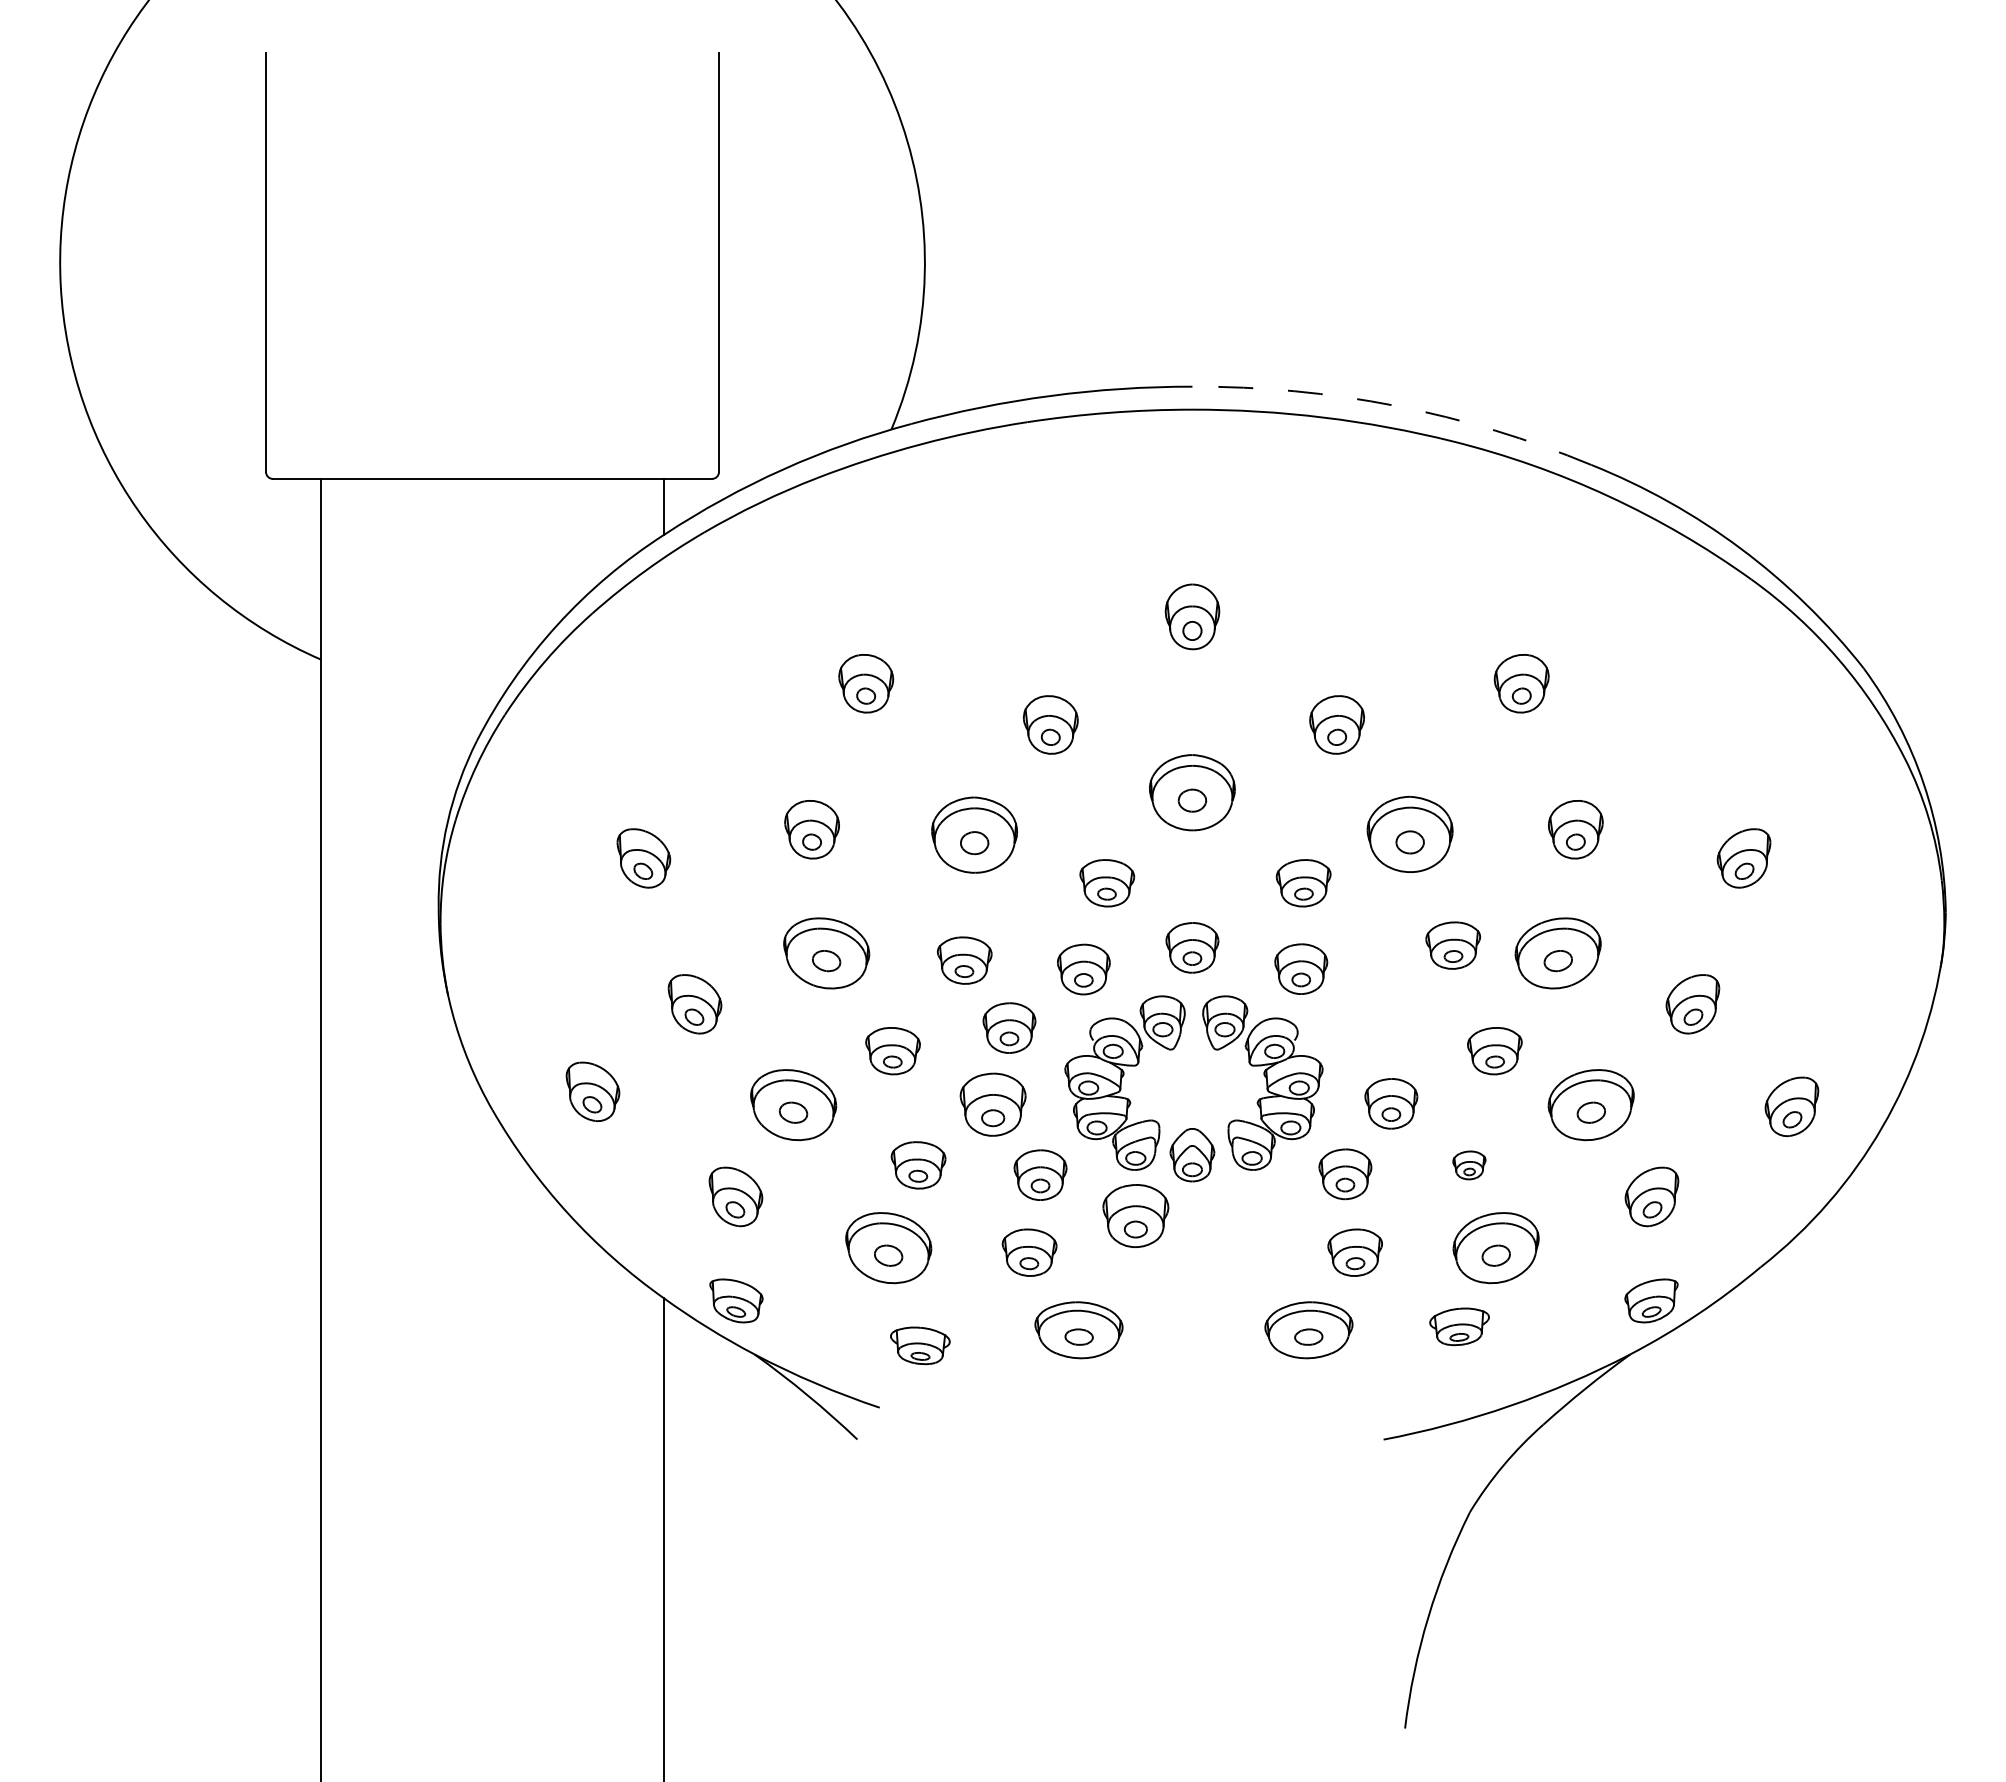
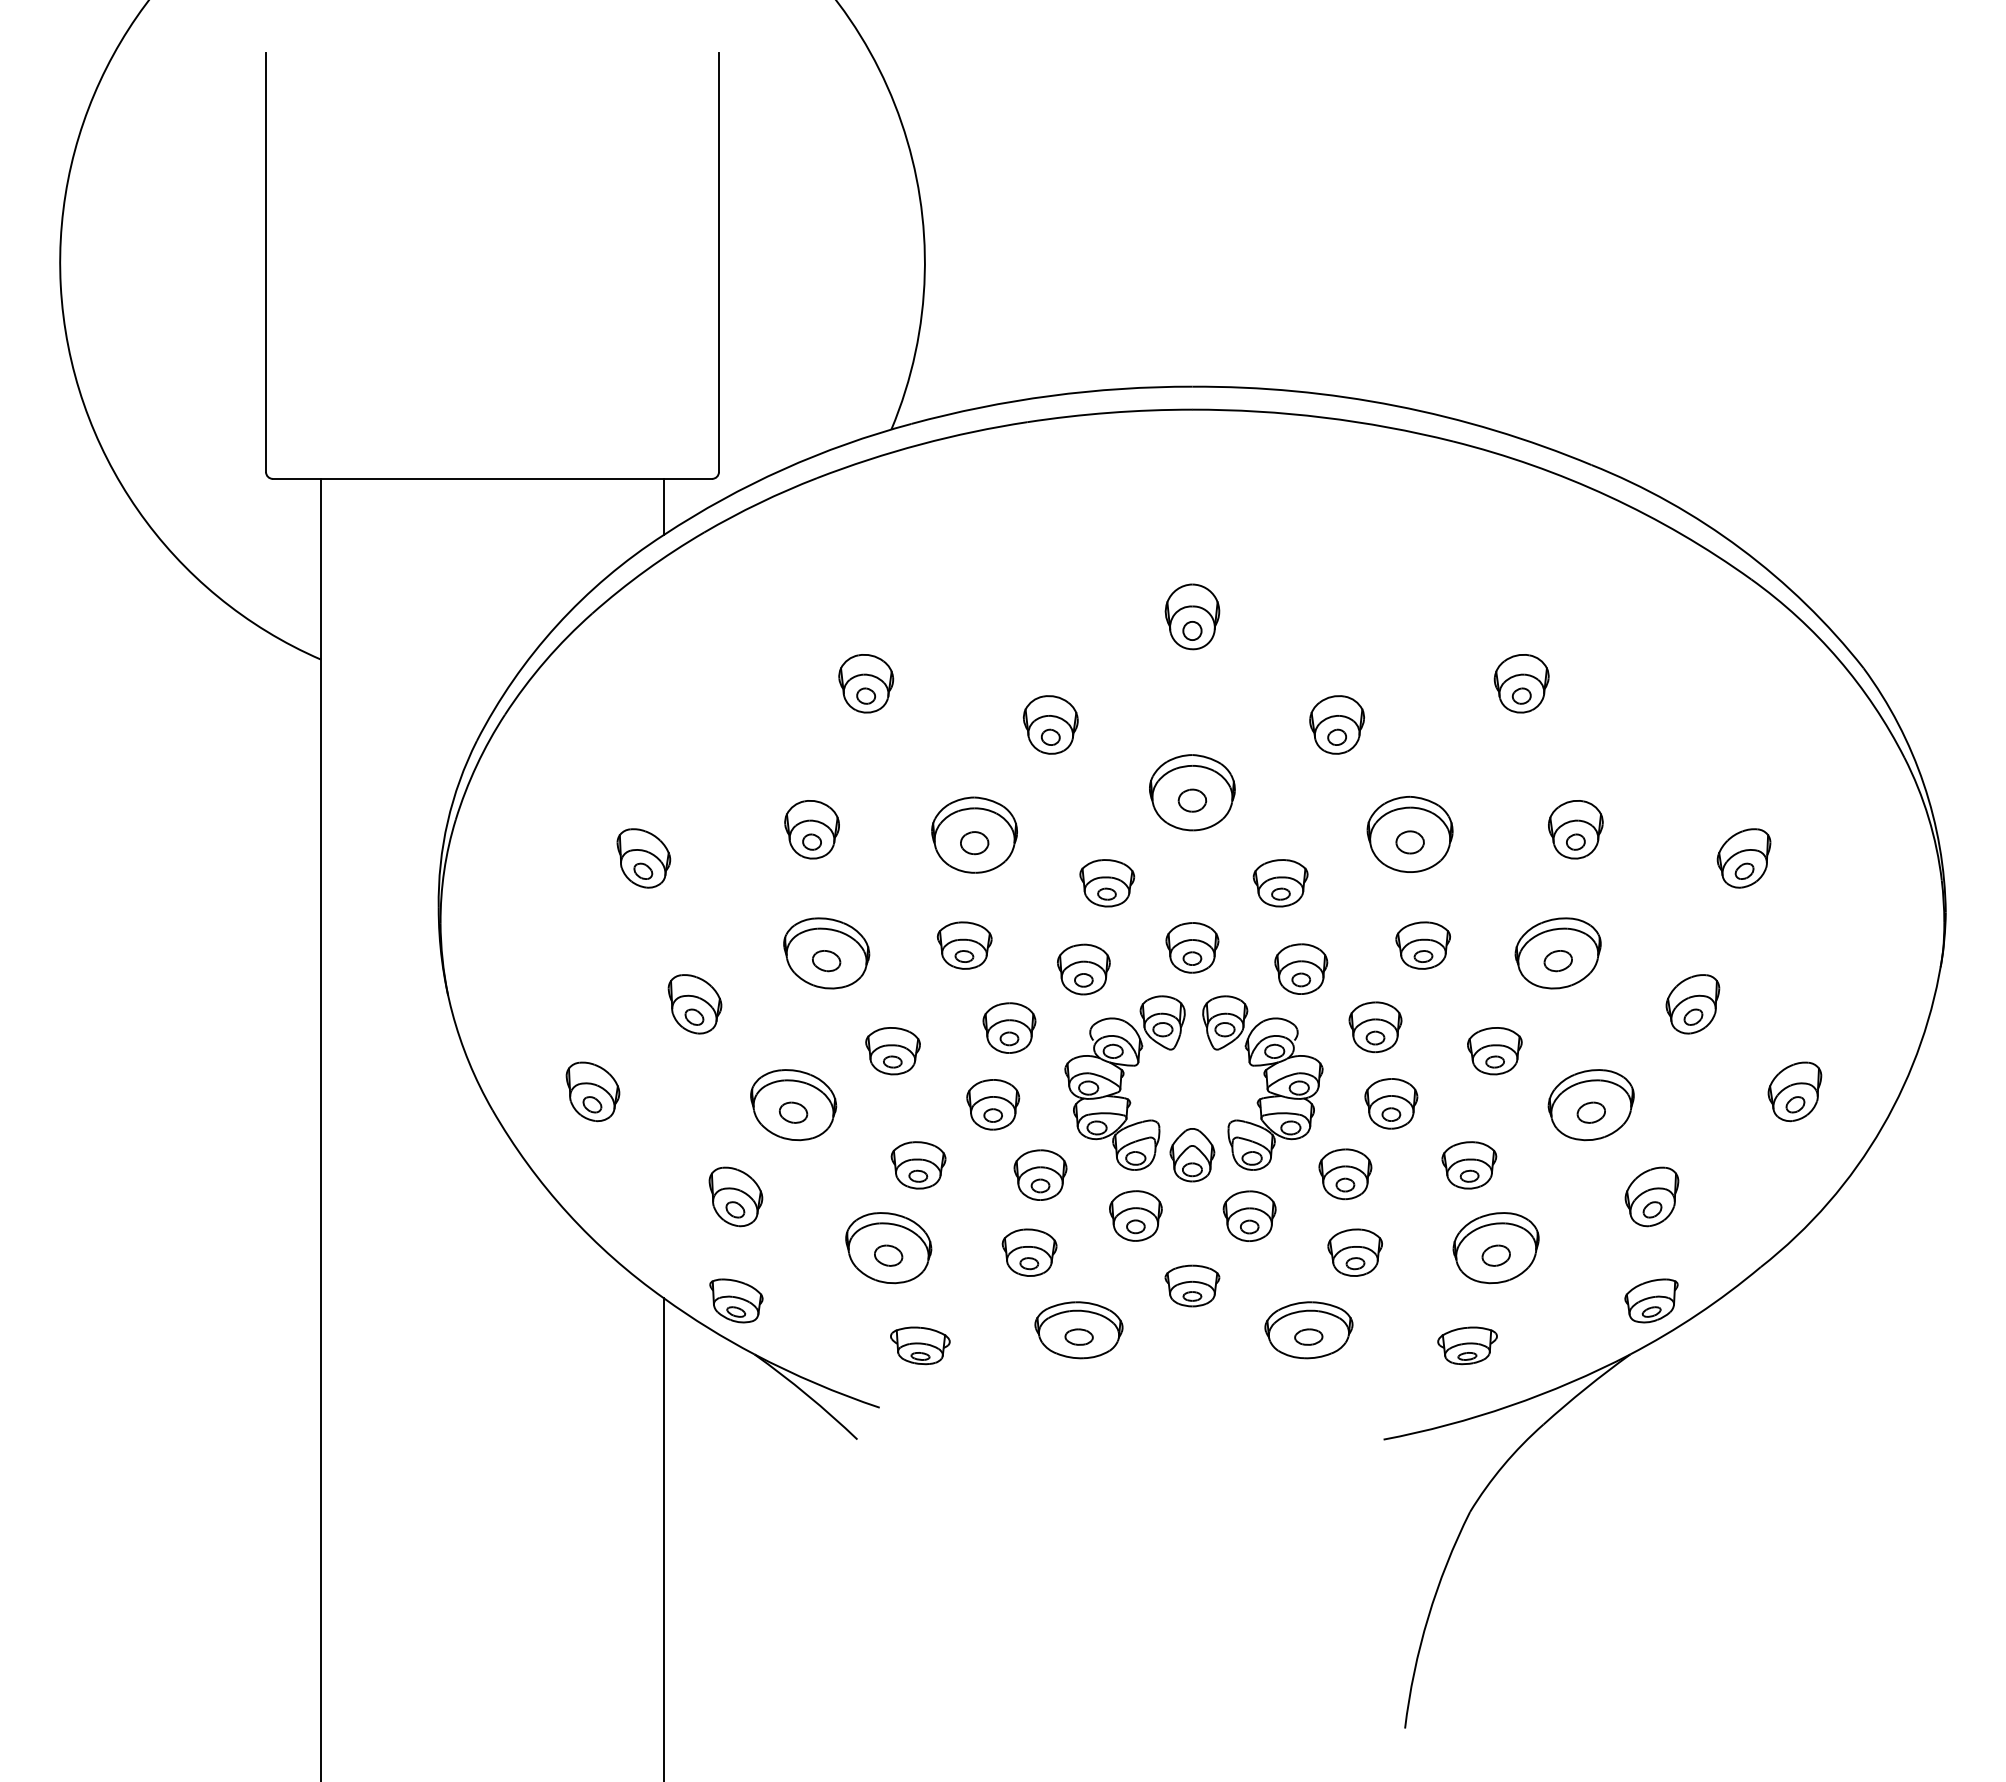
arc at (1395, 405): dashed -> solid
part at (1303, 883) position: (1303, 883) -> (1280, 883)
part at (1452, 945) position: (1452, 945) -> (1422, 945)
part at (964, 960) position: (964, 960) -> (964, 945)
part at (1375, 1027): none -> present
part at (992, 1104) size: 68x65 px -> 55x52 px
part at (1791, 1106) position: (1791, 1106) -> (1794, 1091)
part at (1469, 1165) size: 35x31 px -> 57x49 px
part at (1135, 1215) size: 68x64 px -> 54x52 px
part at (1249, 1215): none -> present
part at (1192, 1285): none -> present
part at (1459, 1326) position: (1459, 1326) -> (1467, 1345)
